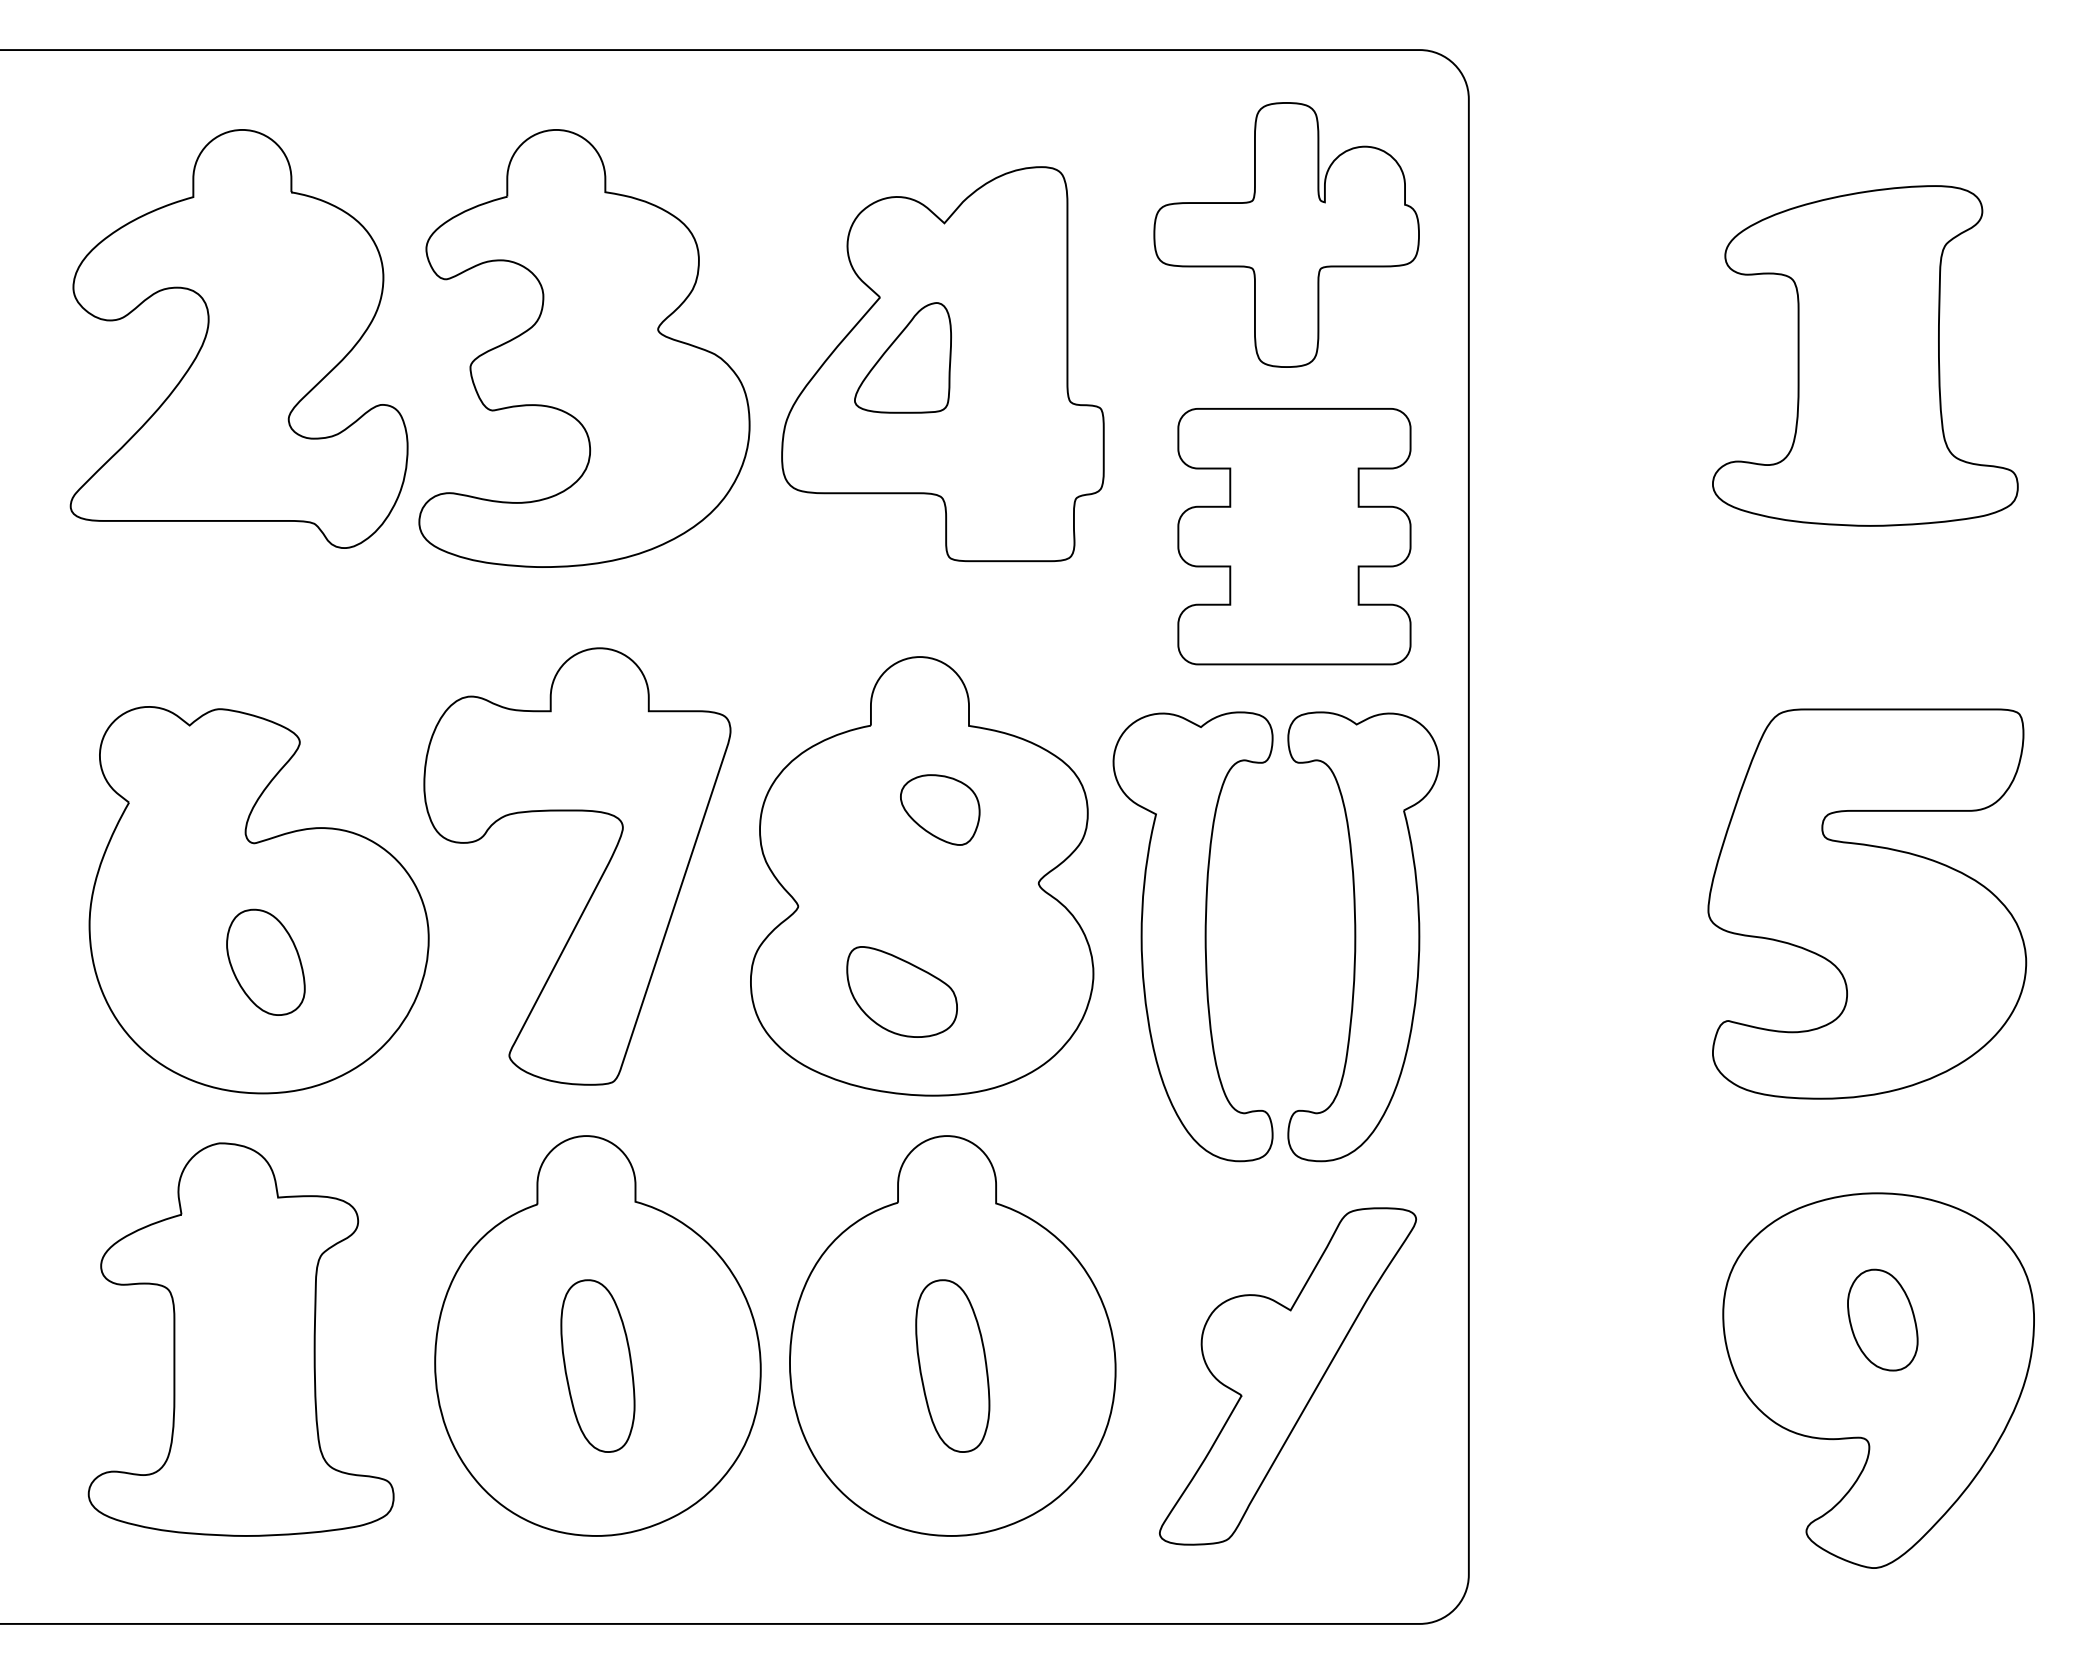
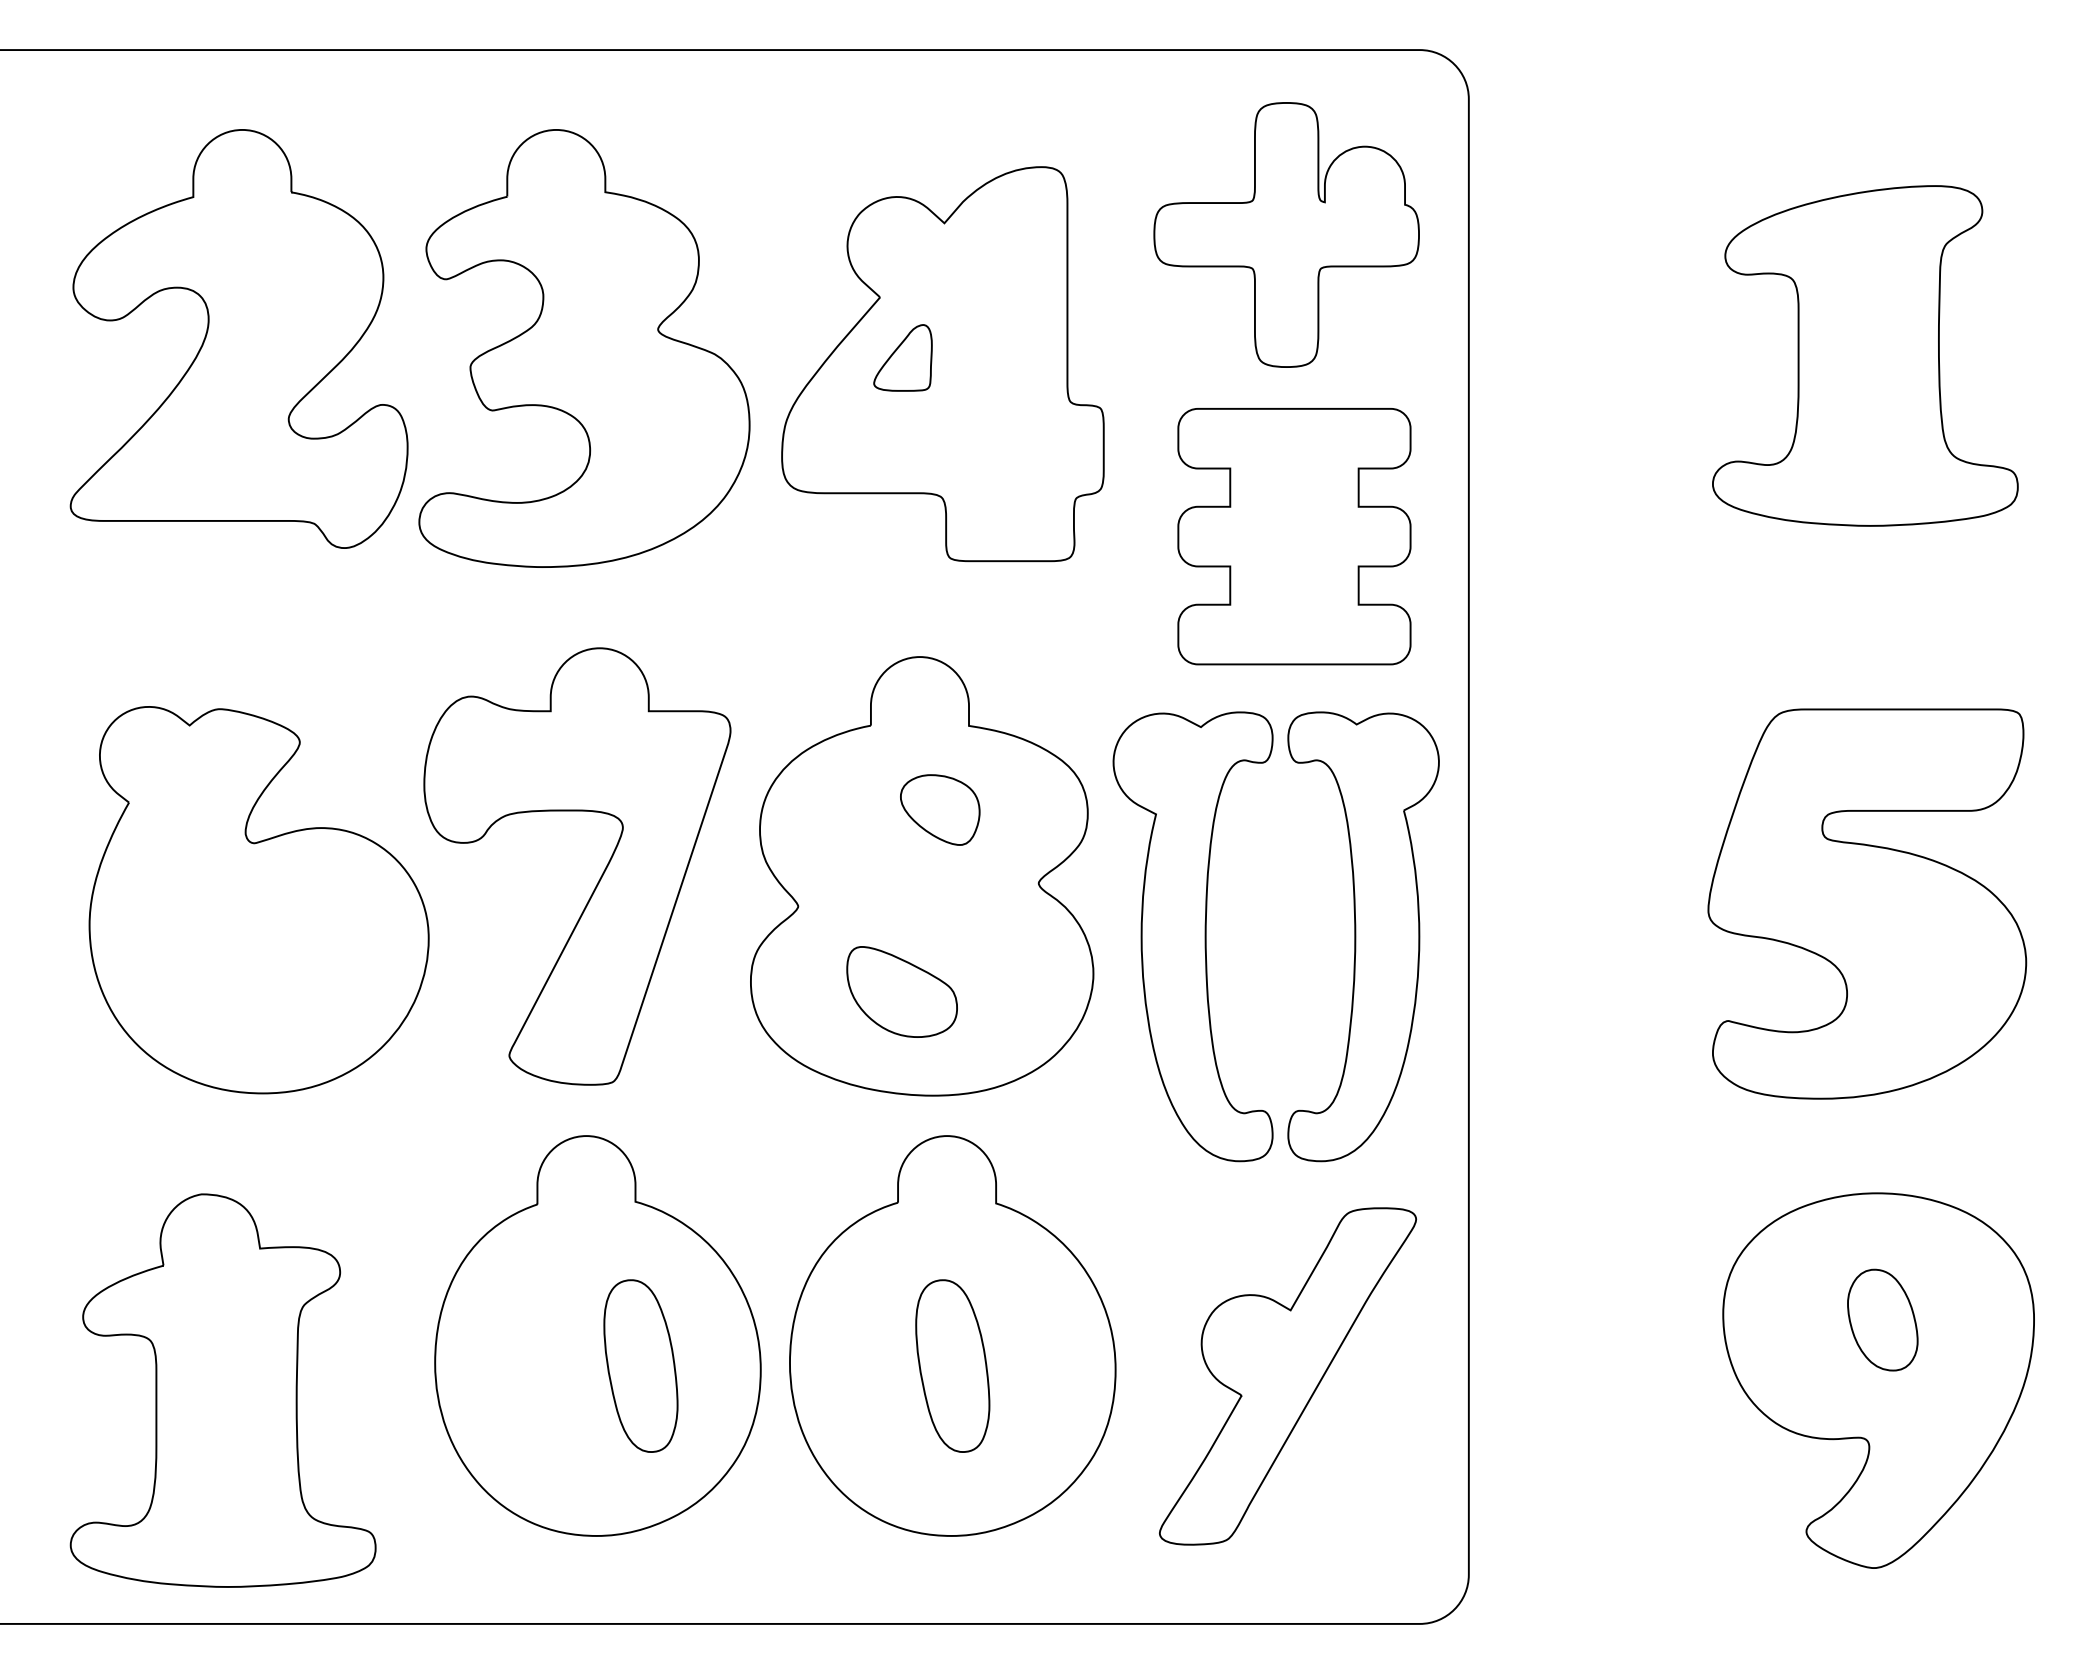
part at (902, 357) size: 98x112 px -> 60x68 px
part at (265, 961): present -> none
part at (240, 1339) position: (240, 1339) -> (222, 1390)
part at (597, 1365) position: (597, 1365) -> (640, 1365)
